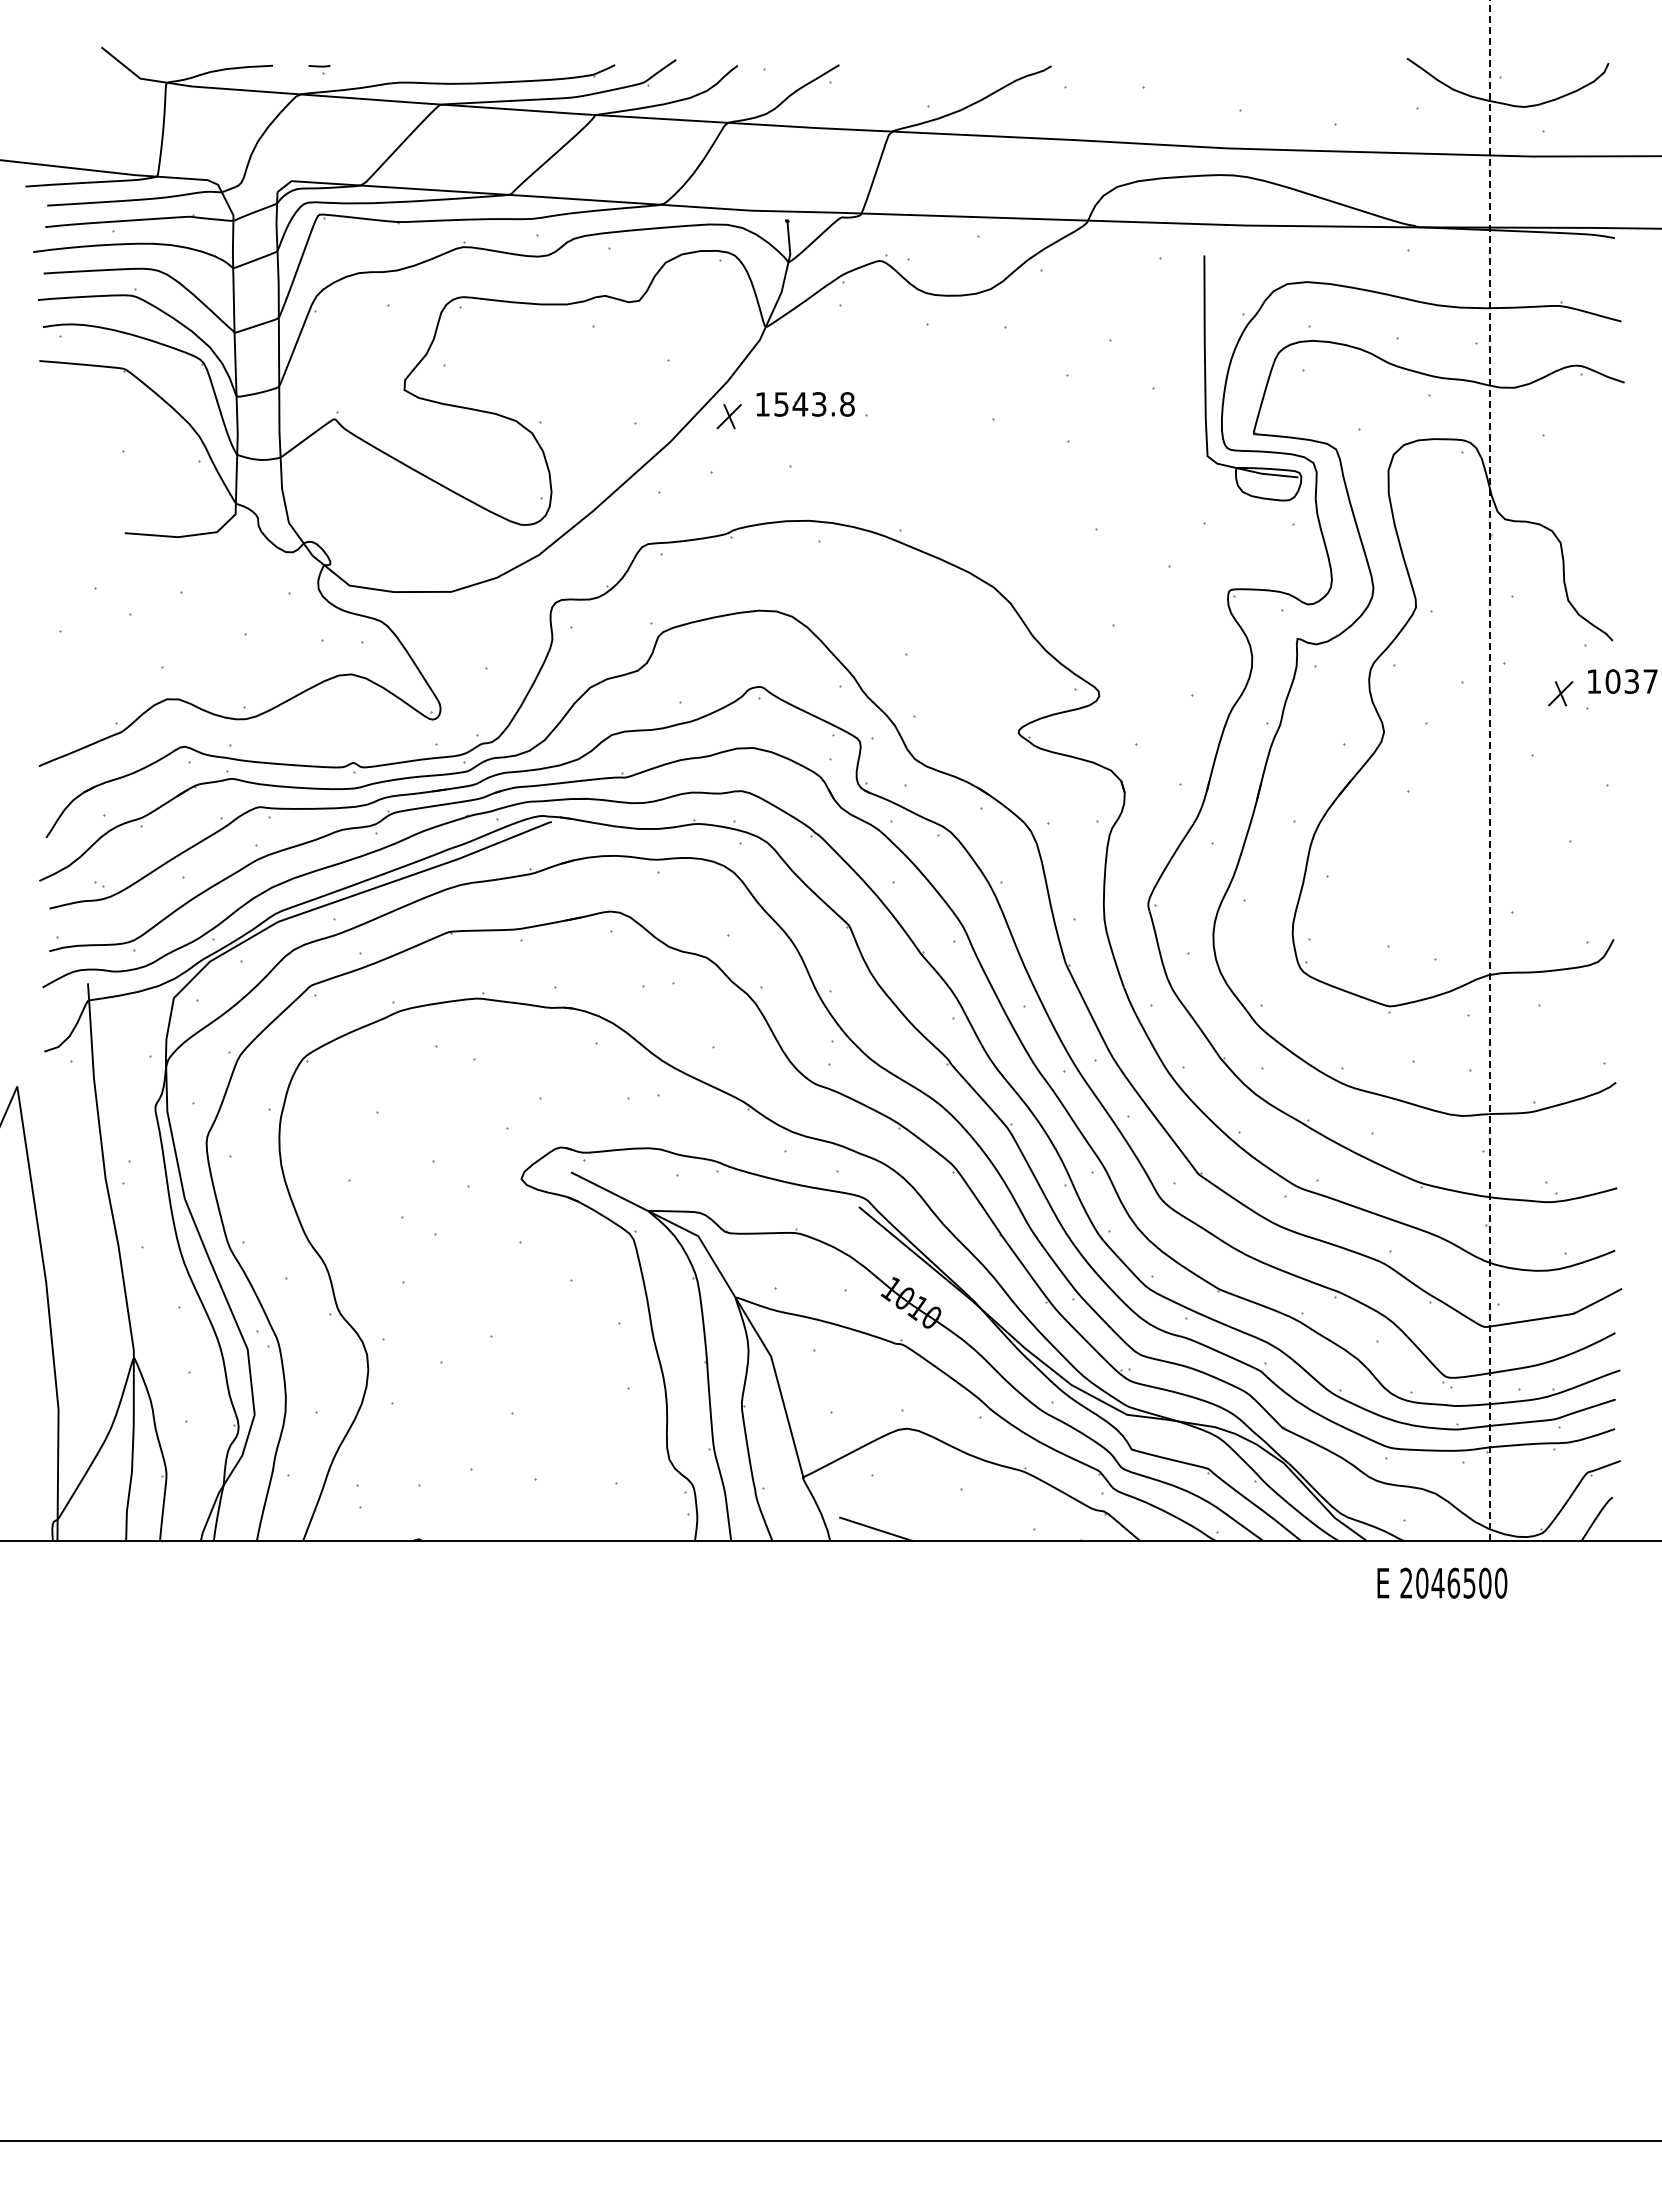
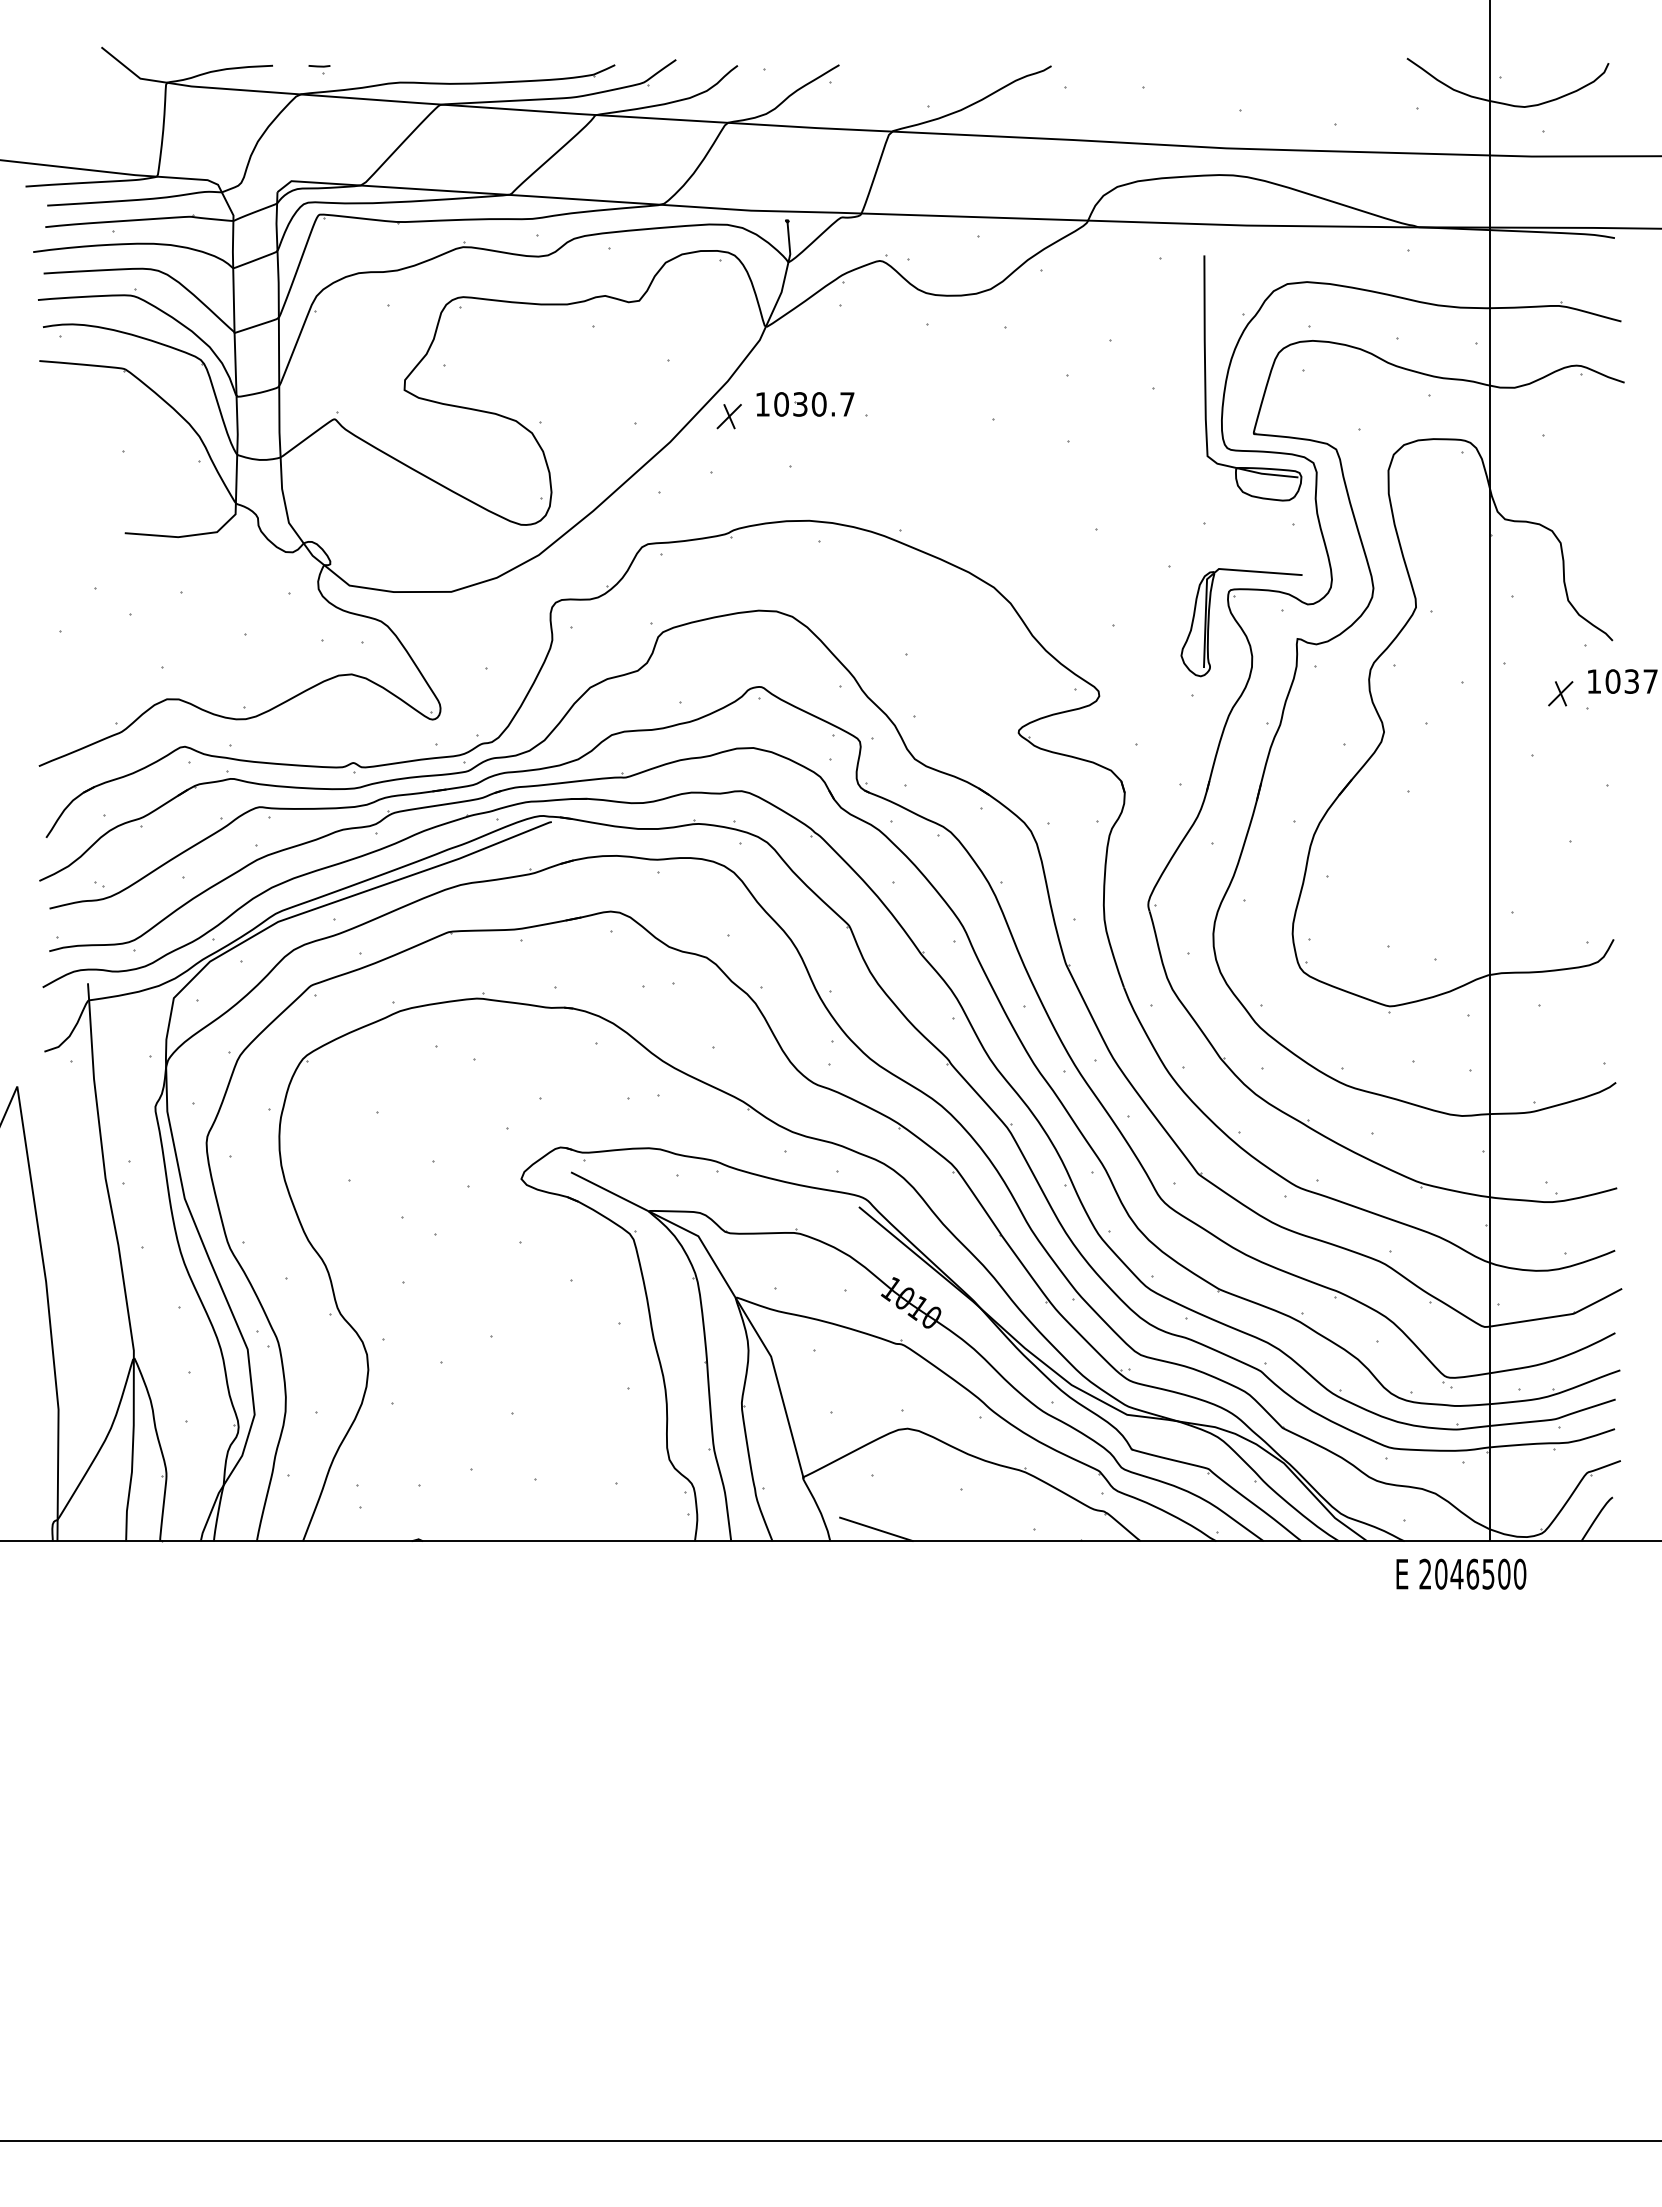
text at (814, 404): 1543.8 -> 1030.7
part at (1209, 622): none -> present
line at (1489, 770): dashed -> solid
text at (1442, 1582) position: (1442, 1582) -> (1461, 1573)
